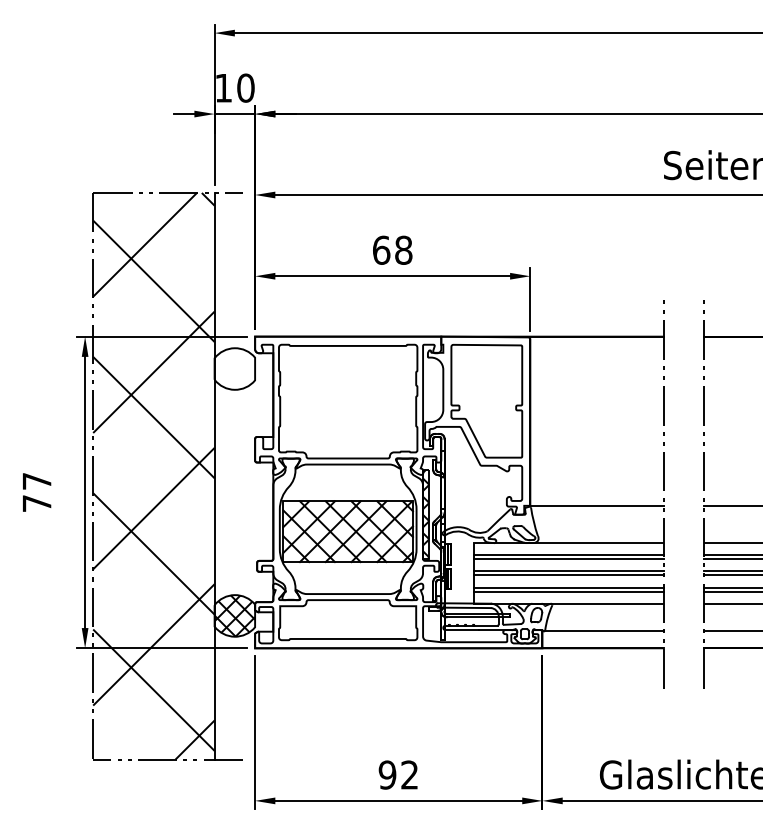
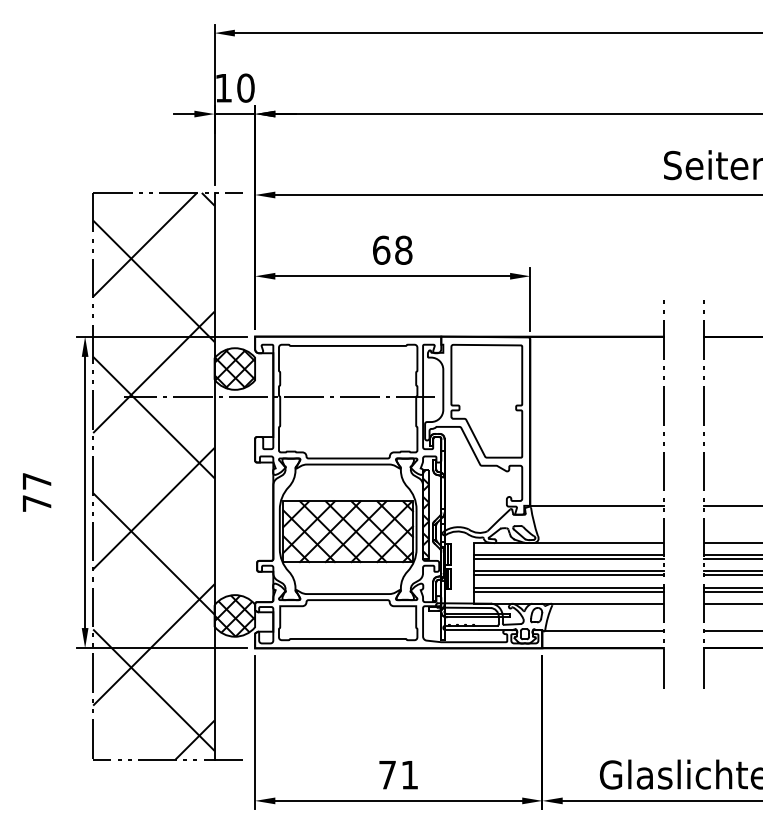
hatch at (234, 368): none -> present
line at (279, 396): none -> present
text at (397, 774): 92 -> 71
